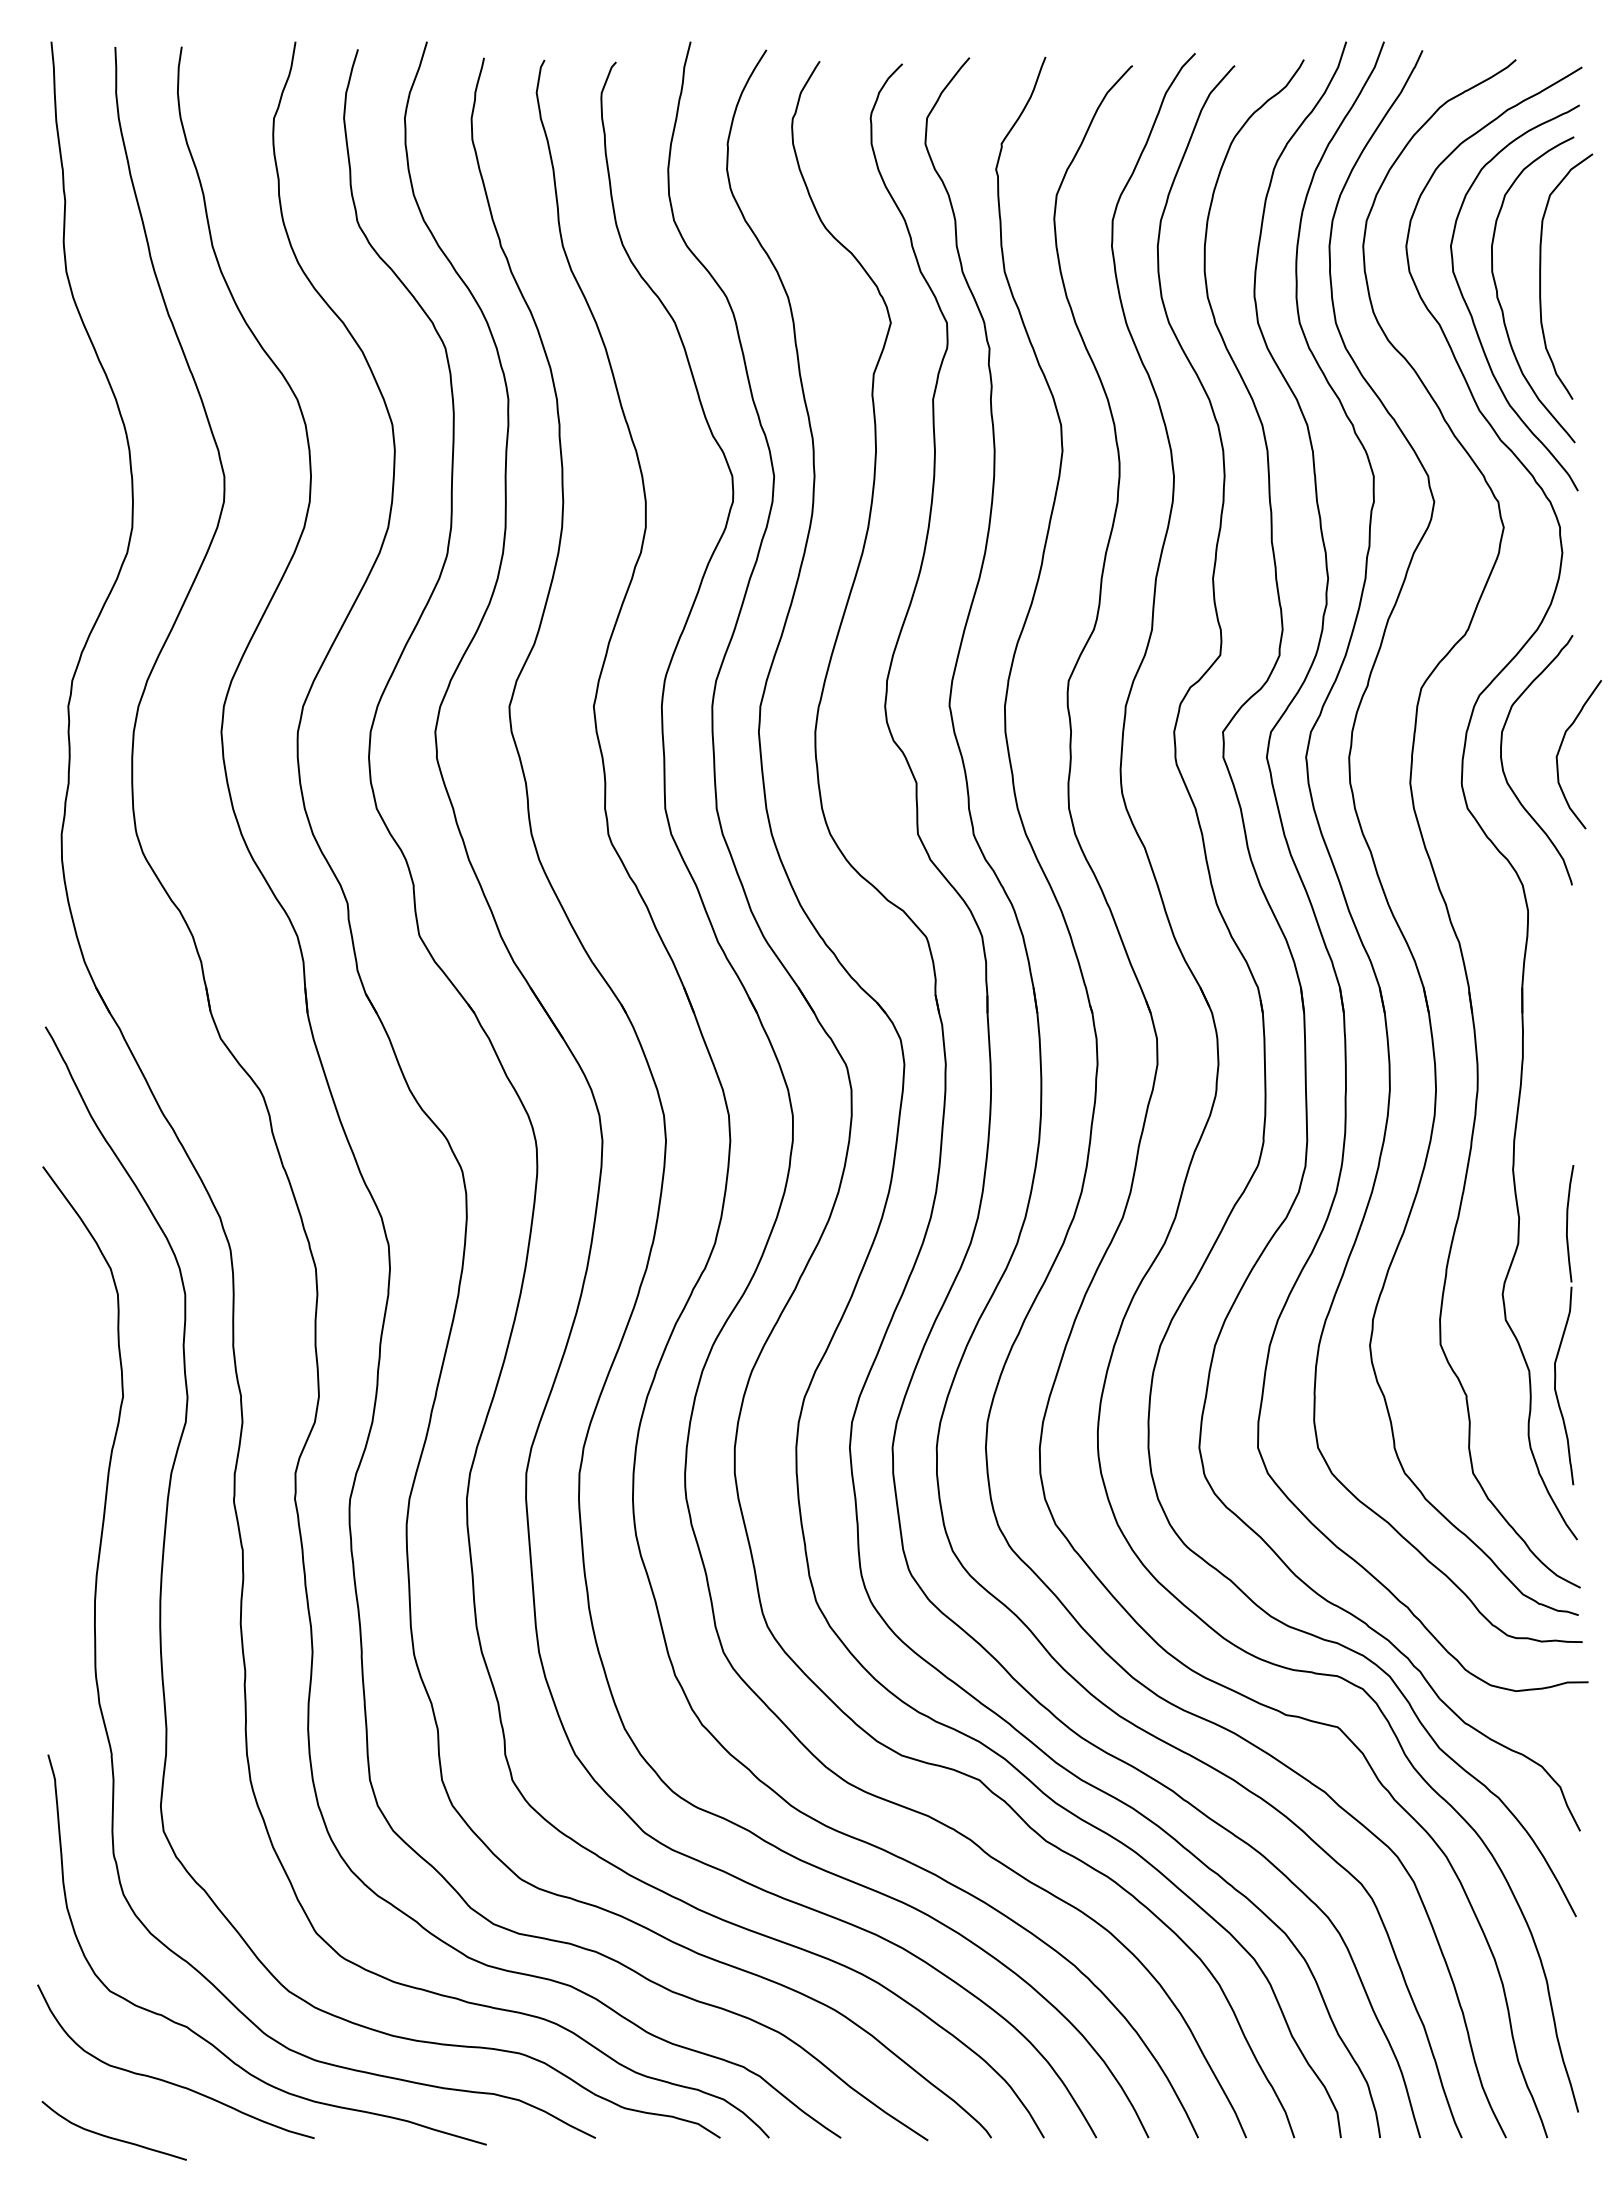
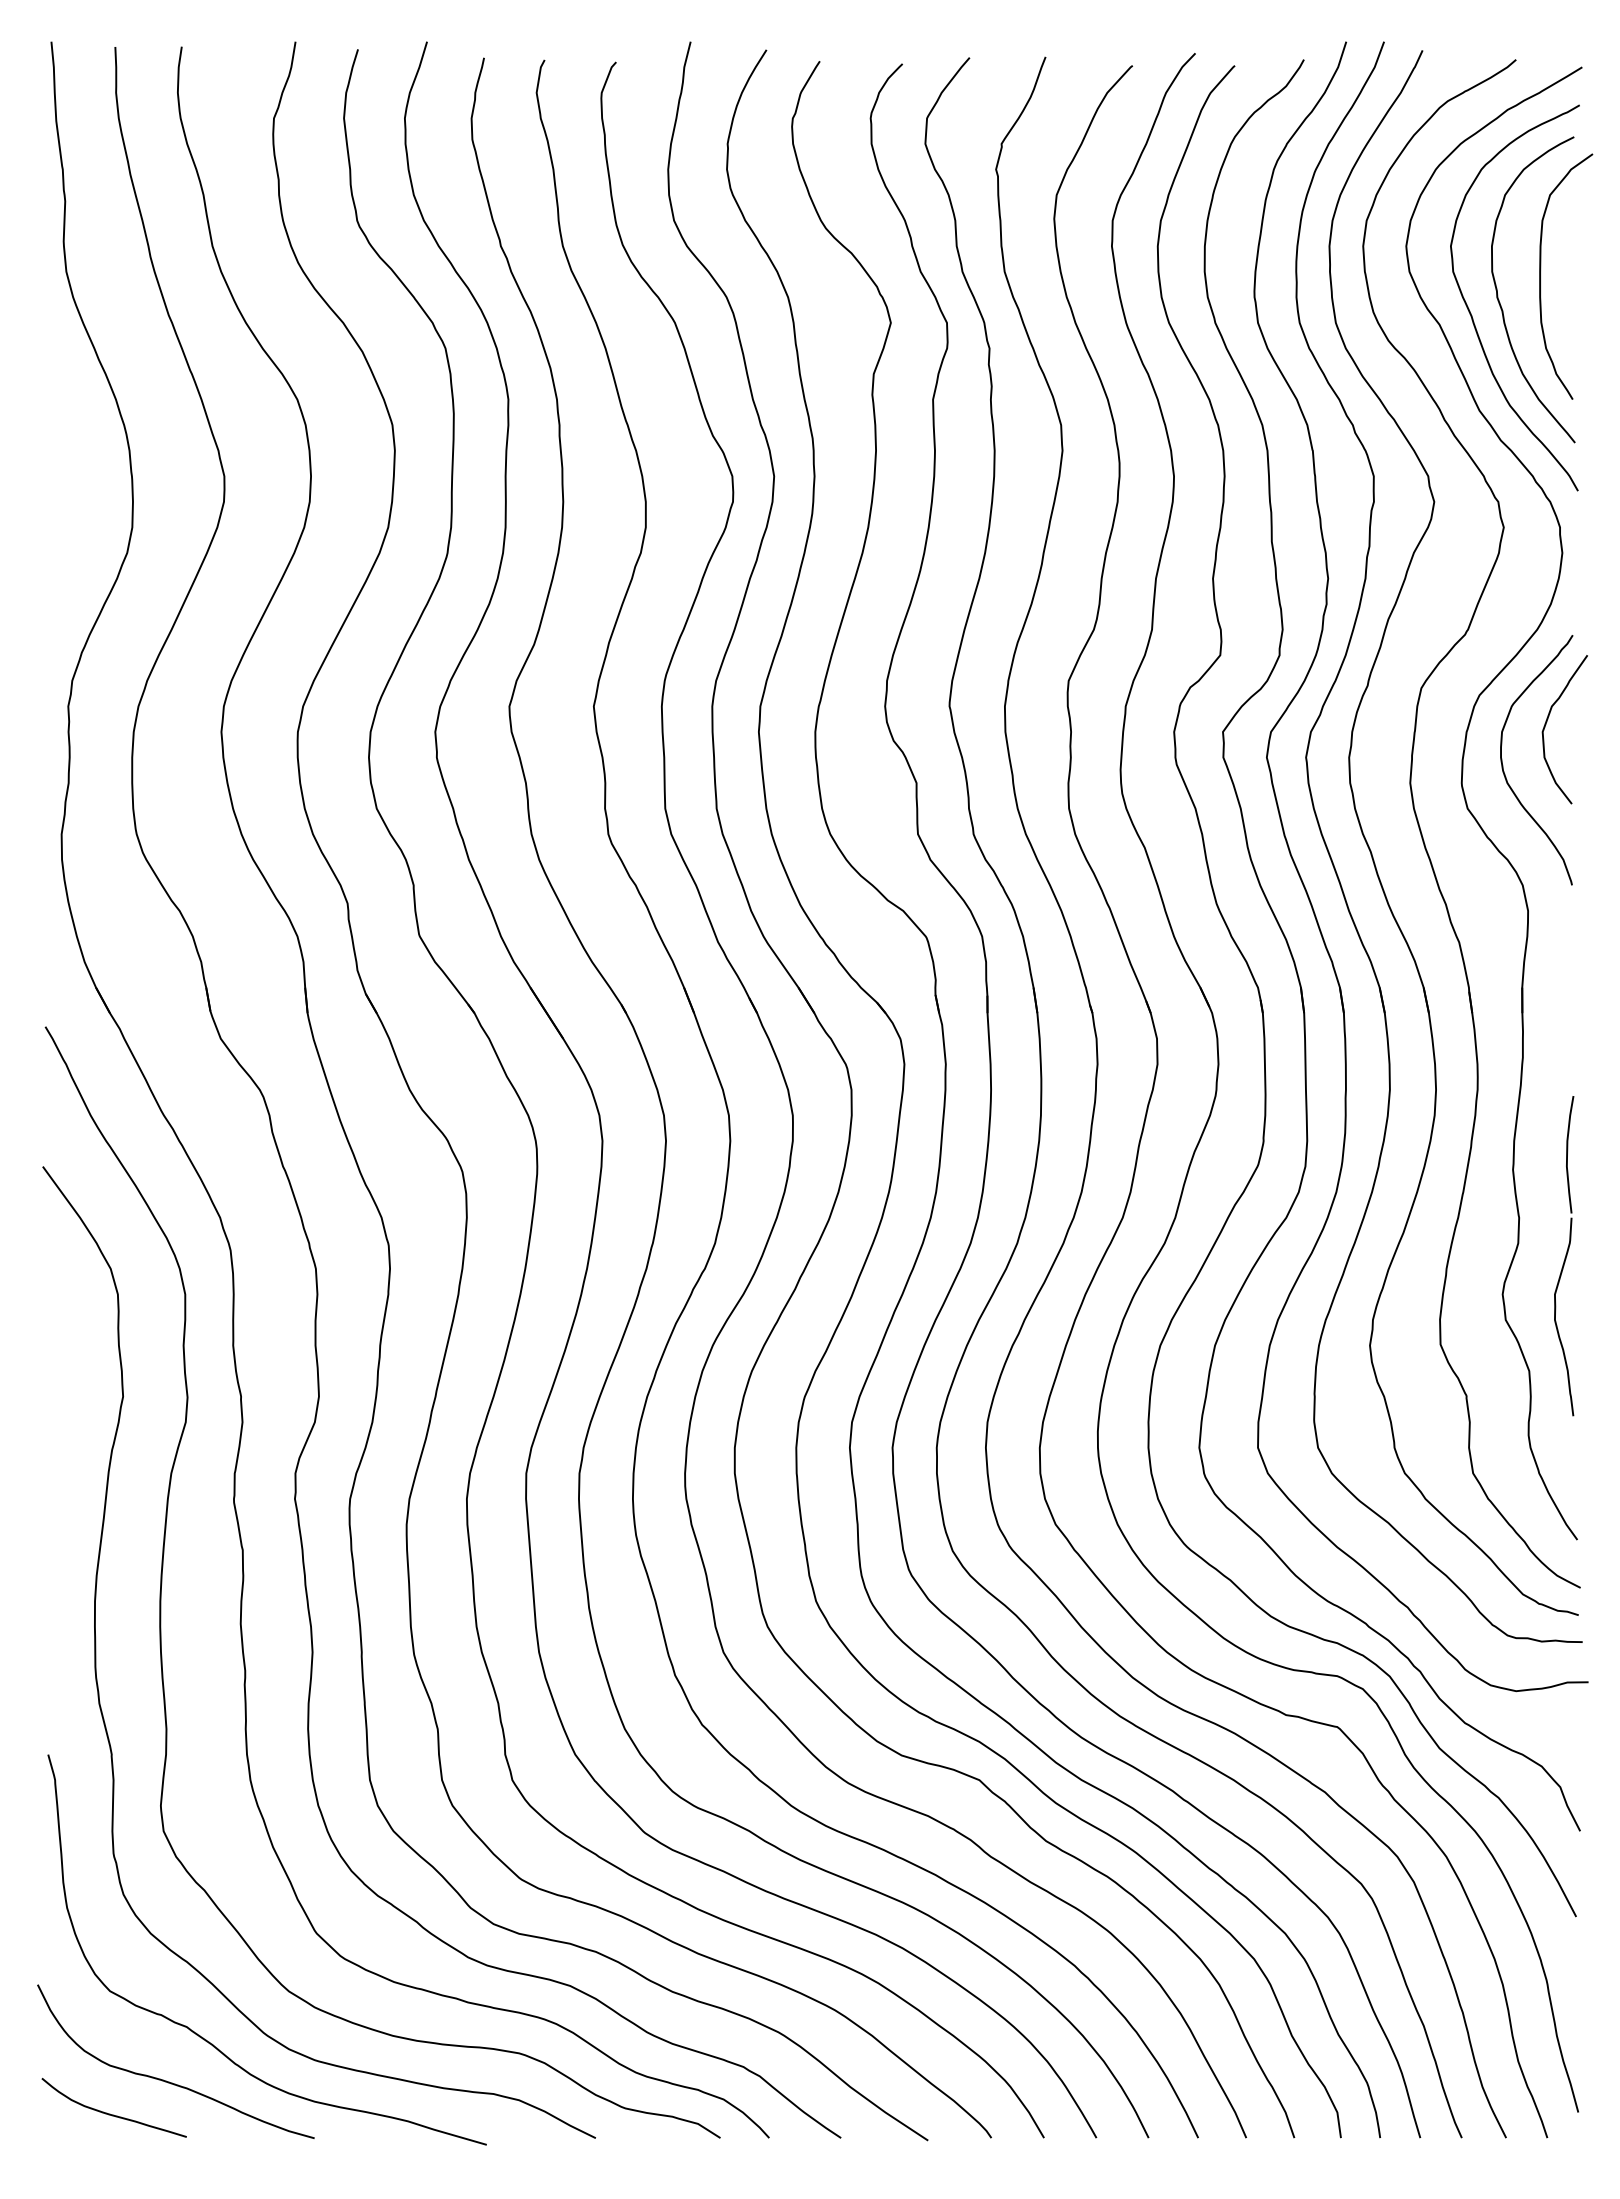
curve at (1561, 747) position: (1561, 747) -> (1547, 722)
part at (1564, 1325) position: (1564, 1325) -> (1564, 1256)
curve at (110, 2136) position: (110, 2136) -> (110, 2113)
